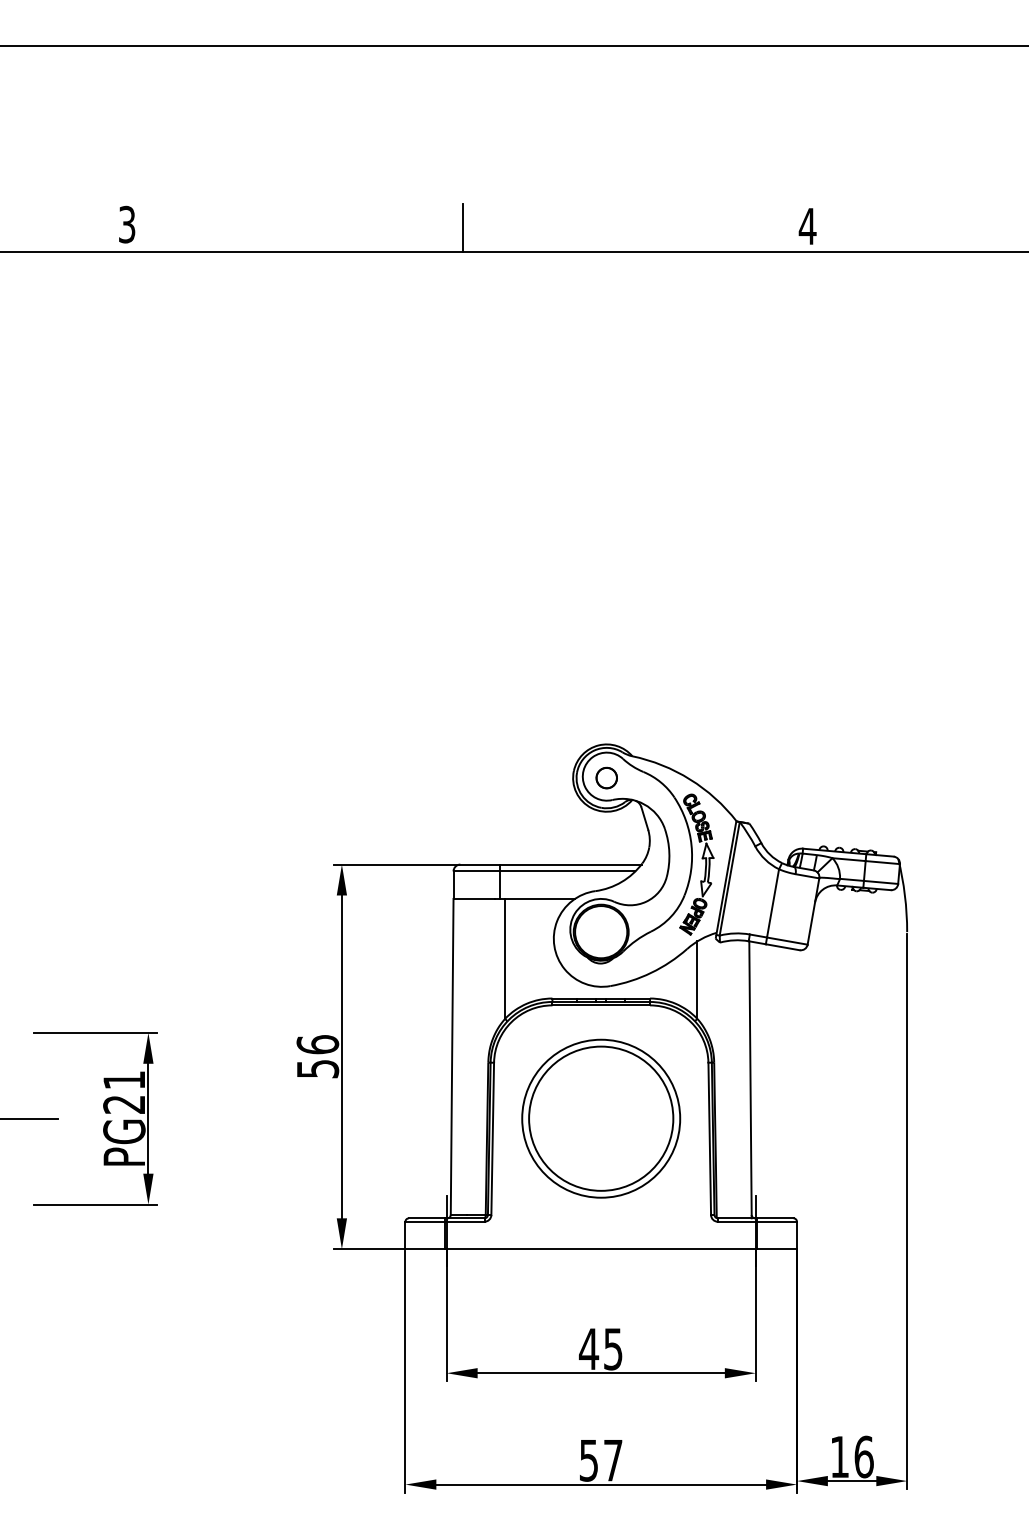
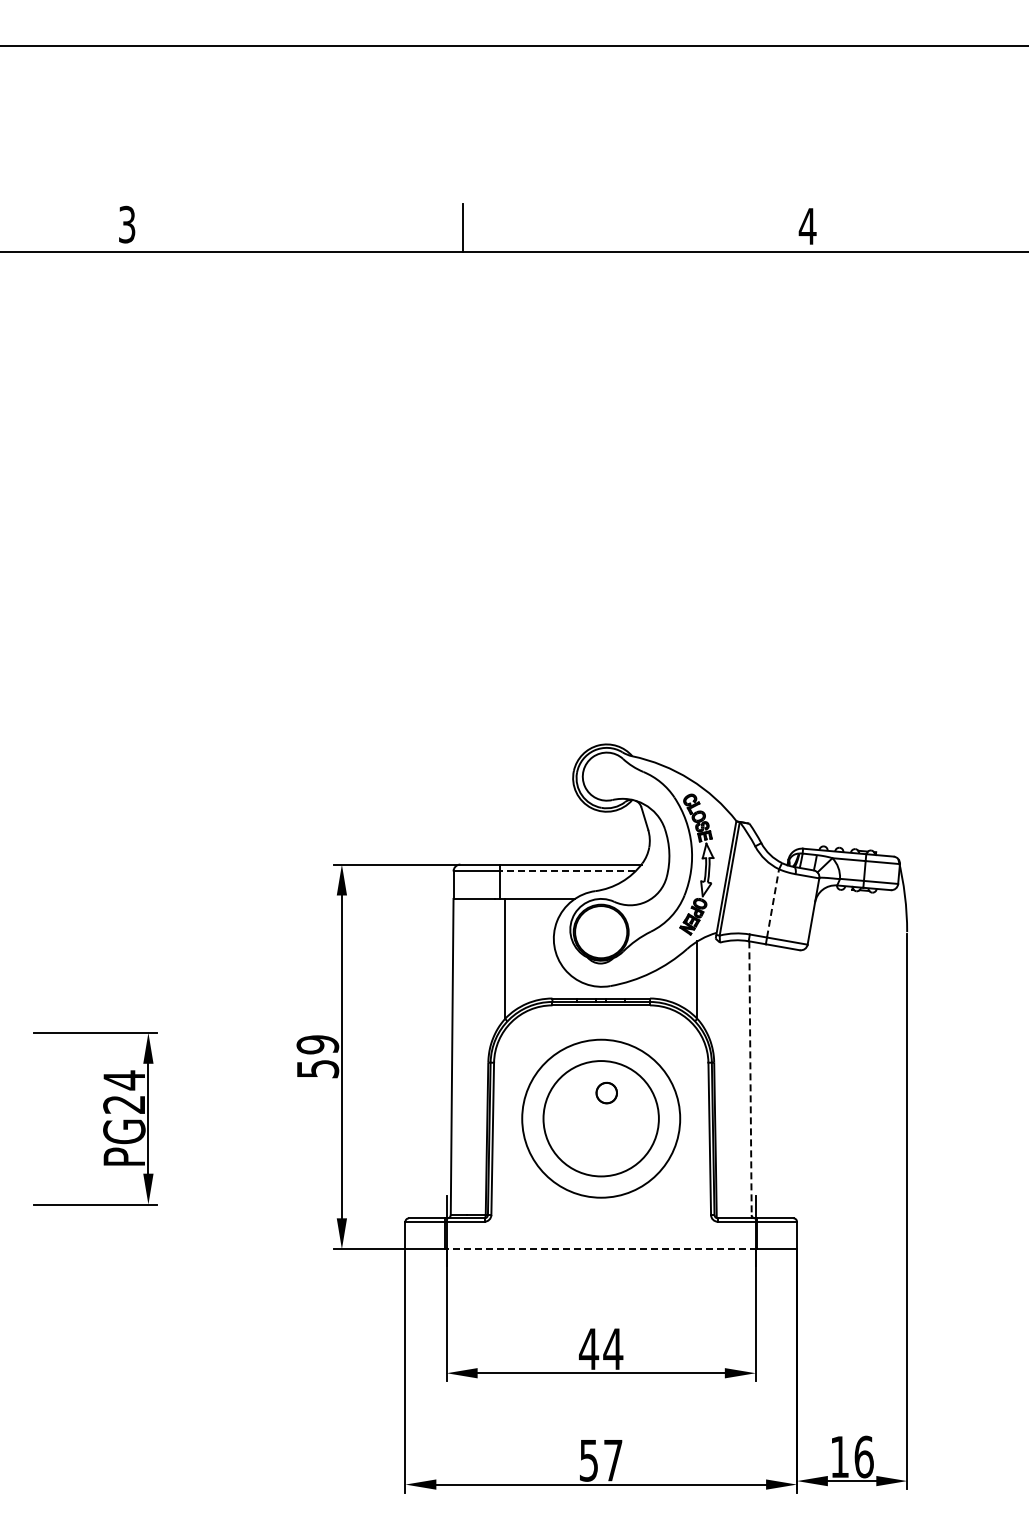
part at (606, 777) position: (606, 777) -> (606, 1092)
line at (567, 871): solid -> dashed
line at (773, 903): solid -> dashed
text at (317, 1044): 56 -> 59
text at (123, 1080): PG21 -> PG24
line at (750, 1080): solid -> dashed
line at (29, 1118): present -> none
circle at (601, 1118) diameter: 144 px -> 115 px
line at (600, 1249): solid -> dashed
text at (613, 1349): 45 -> 44
